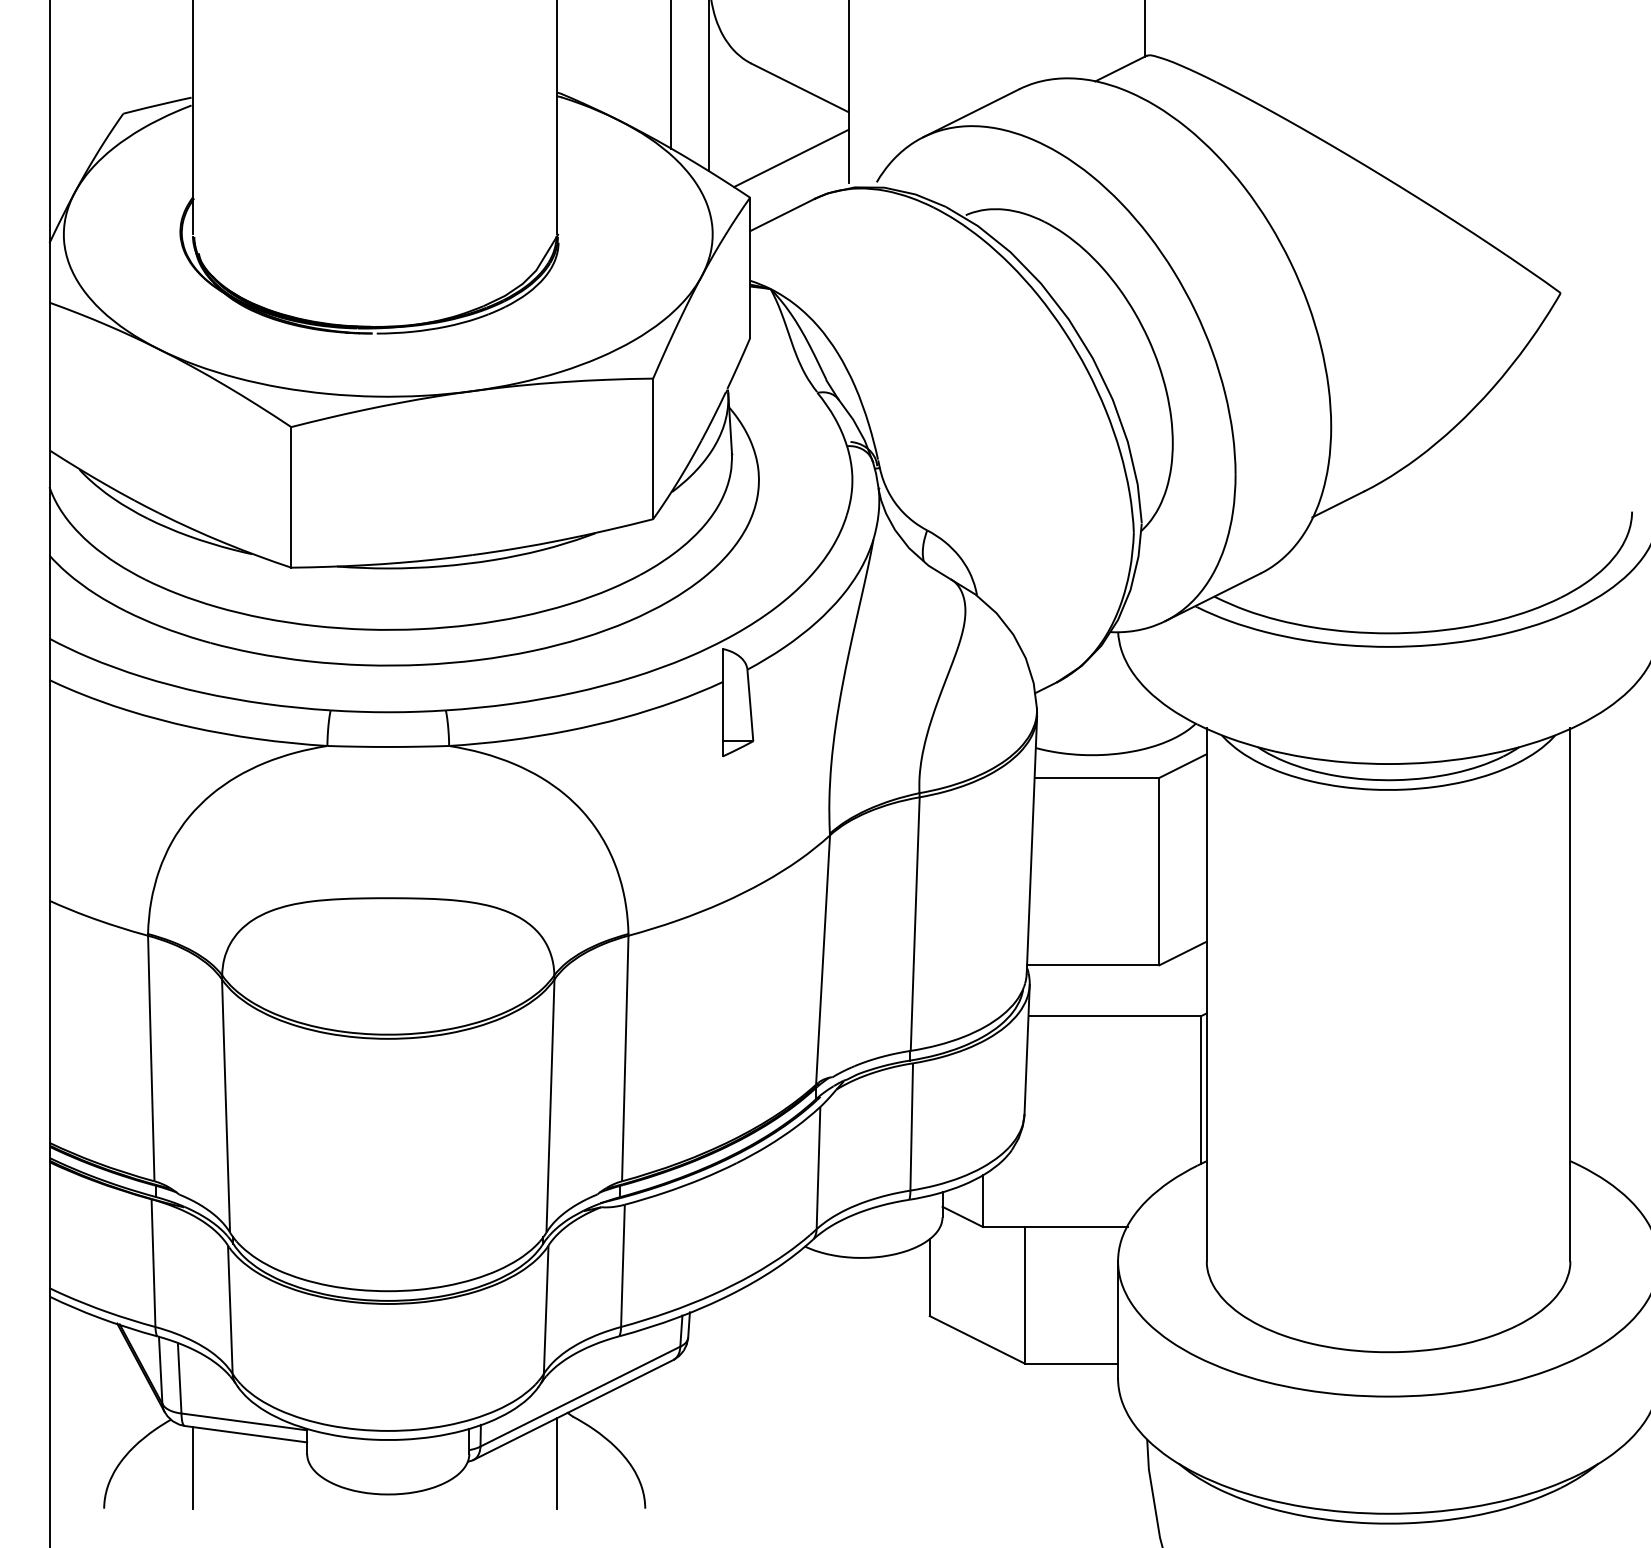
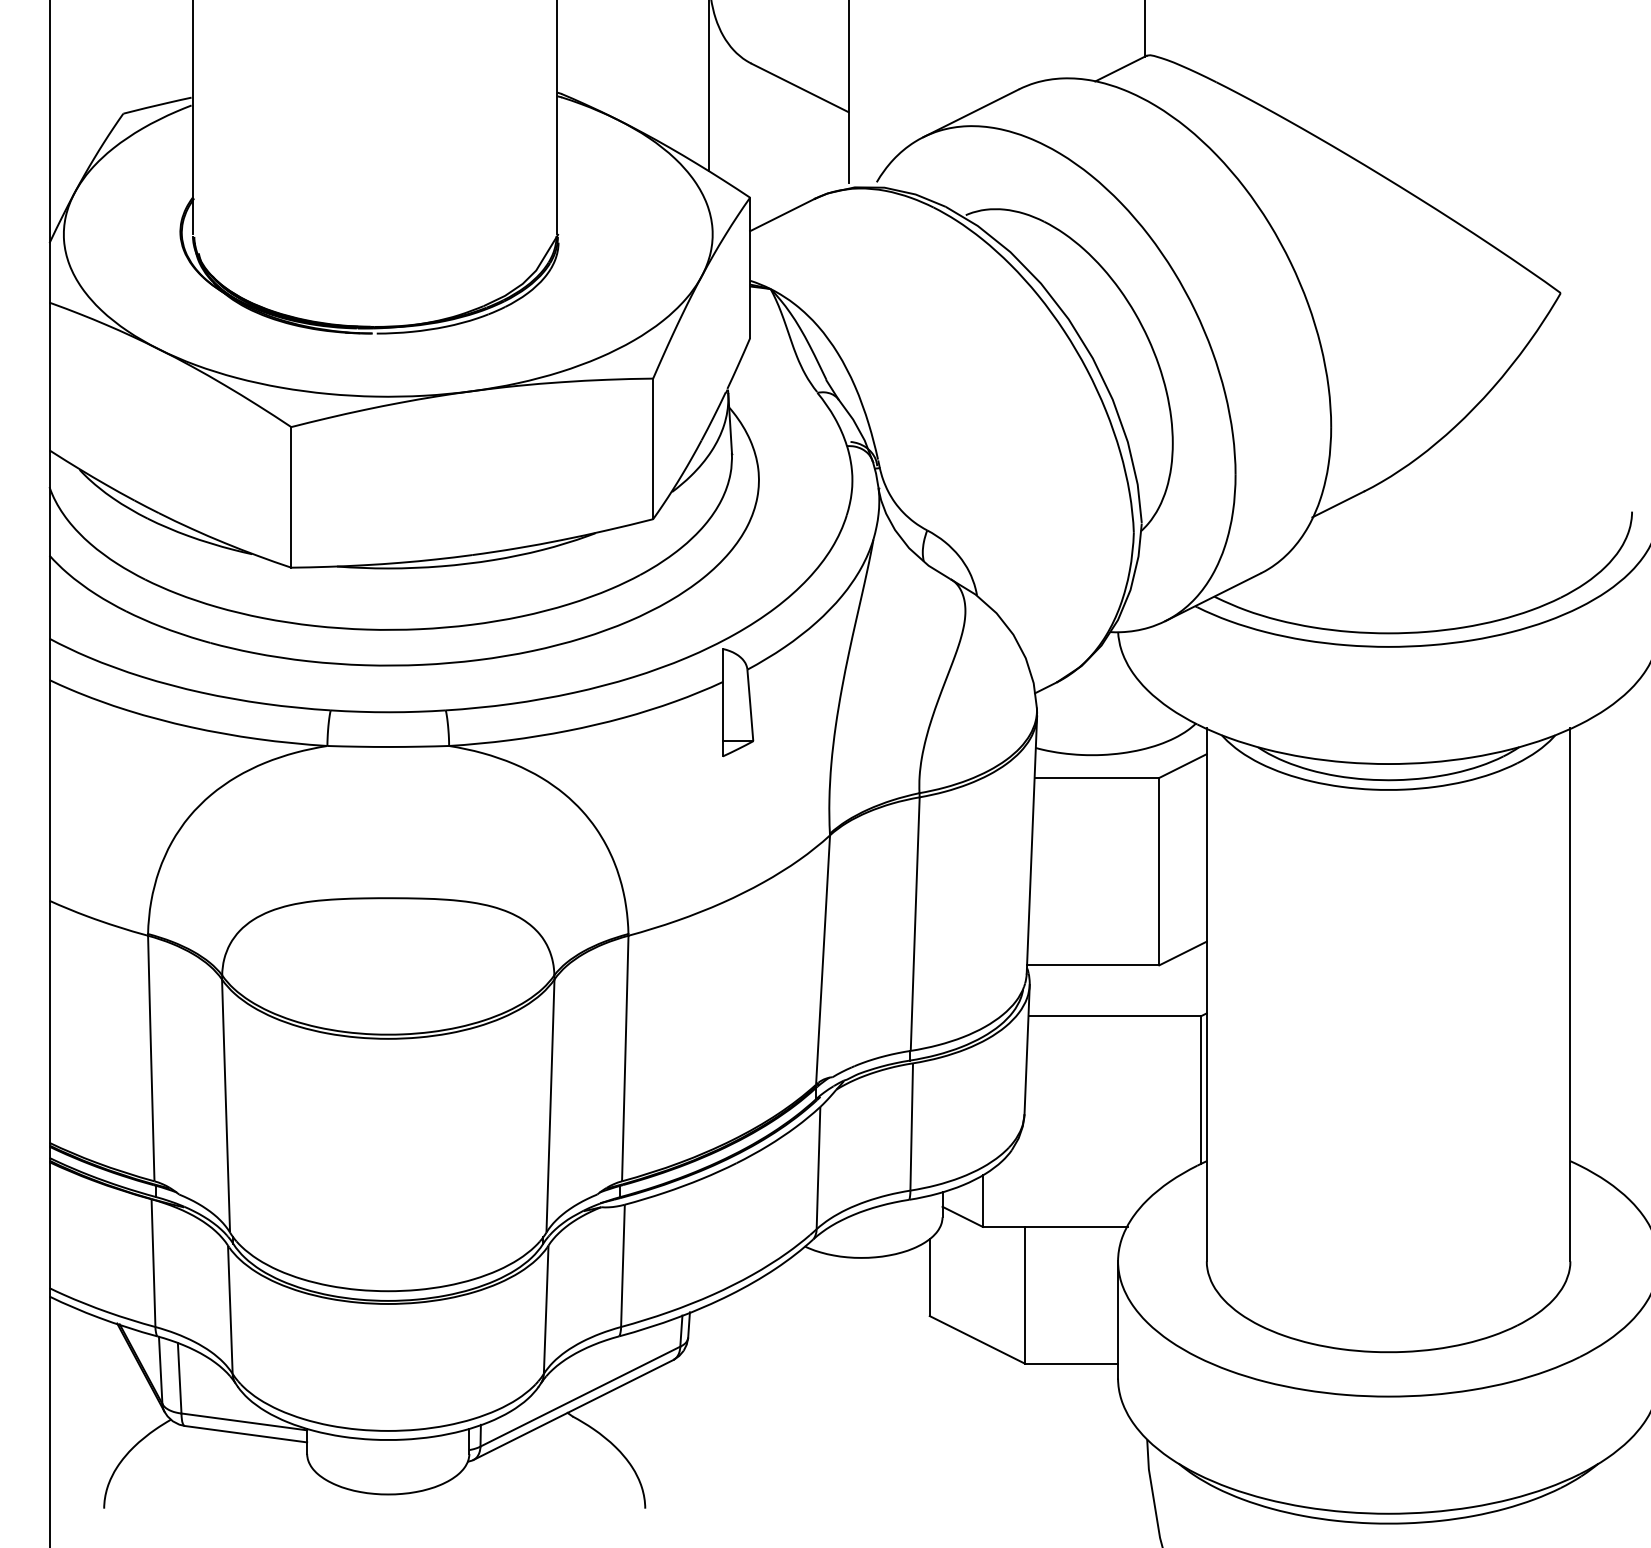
line at (671, 75): present -> none
line at (791, 158): present -> none
line at (556, 1463): present -> none
line at (192, 1467): present -> none
